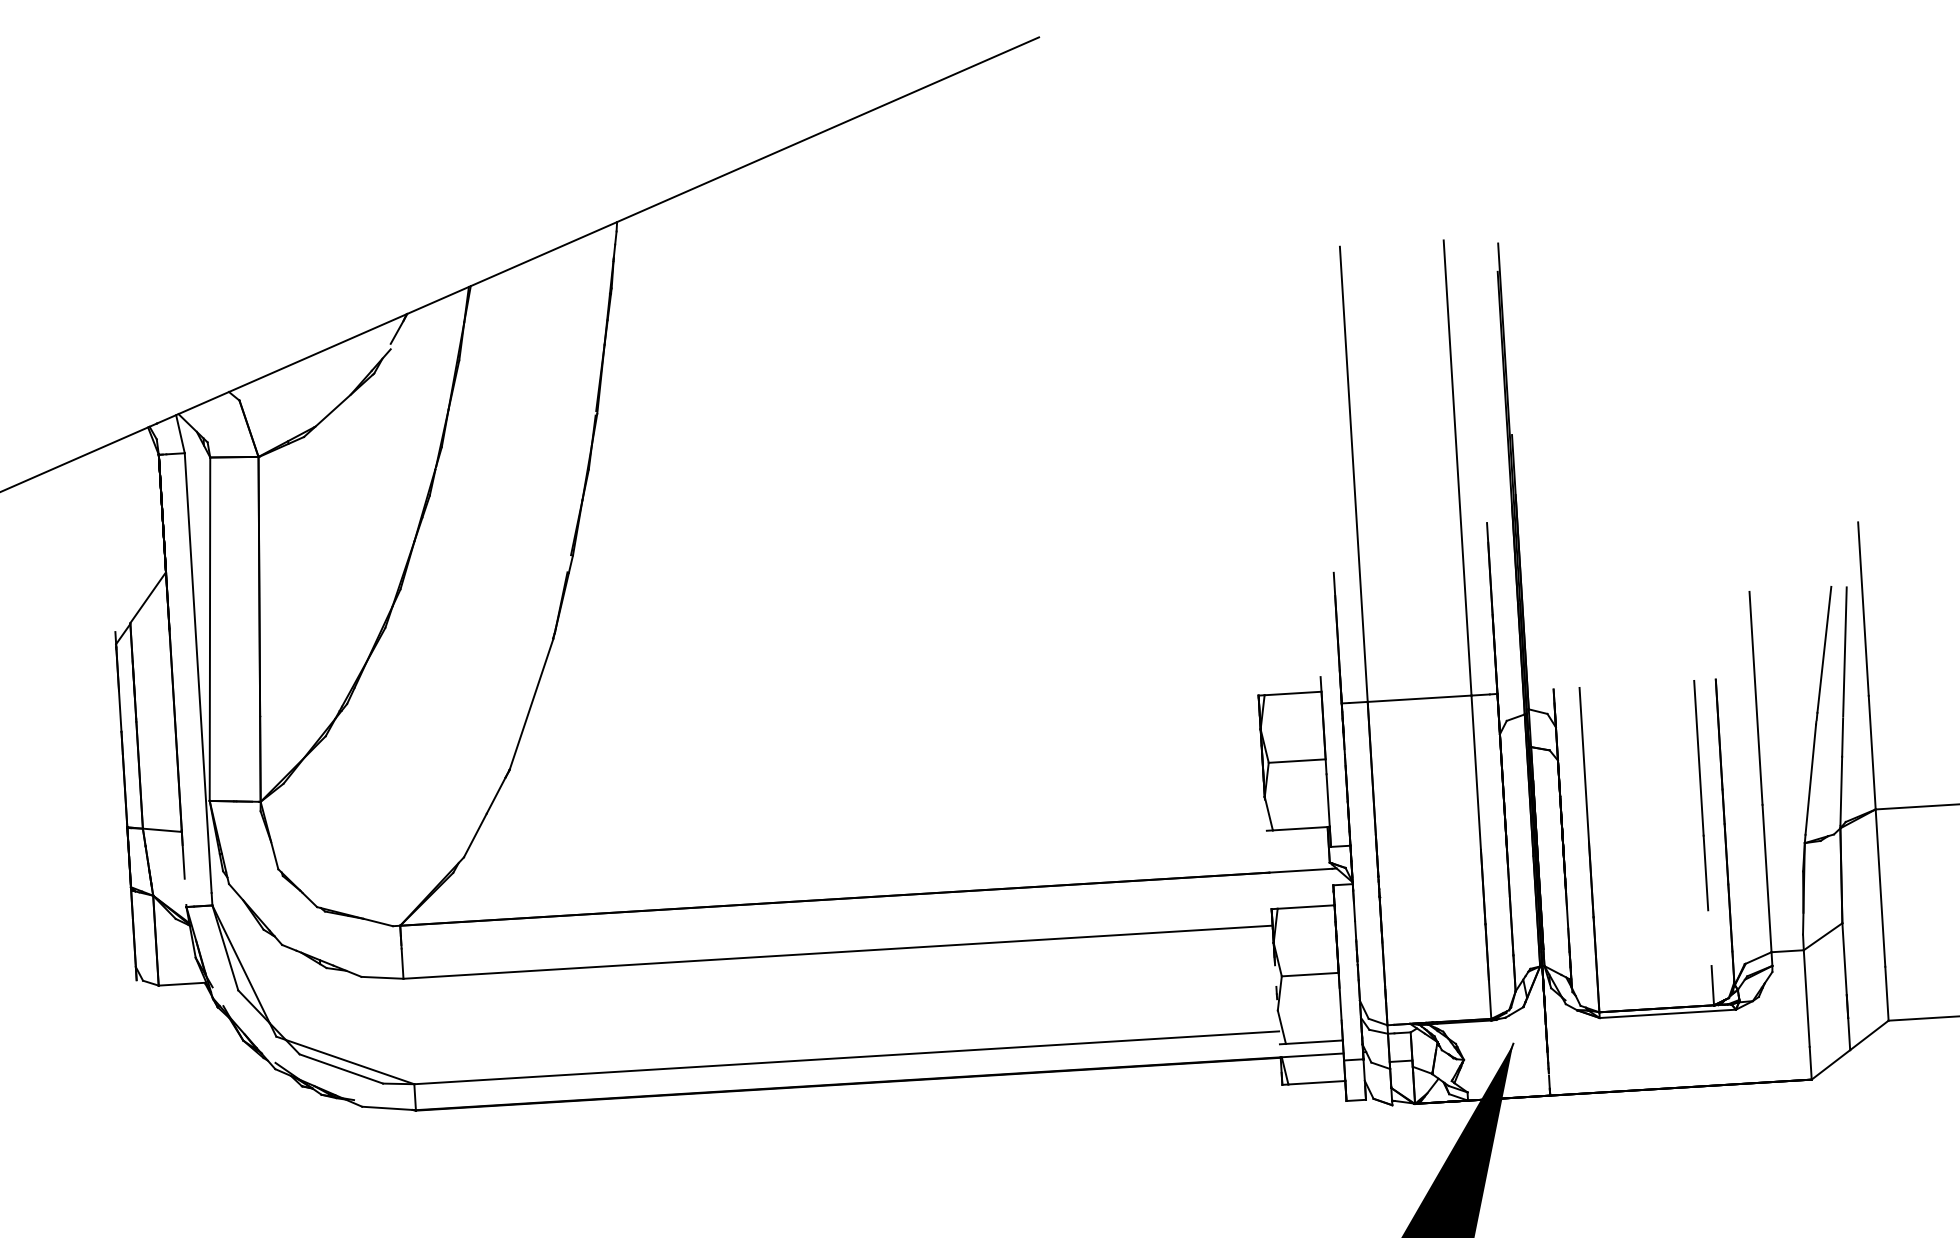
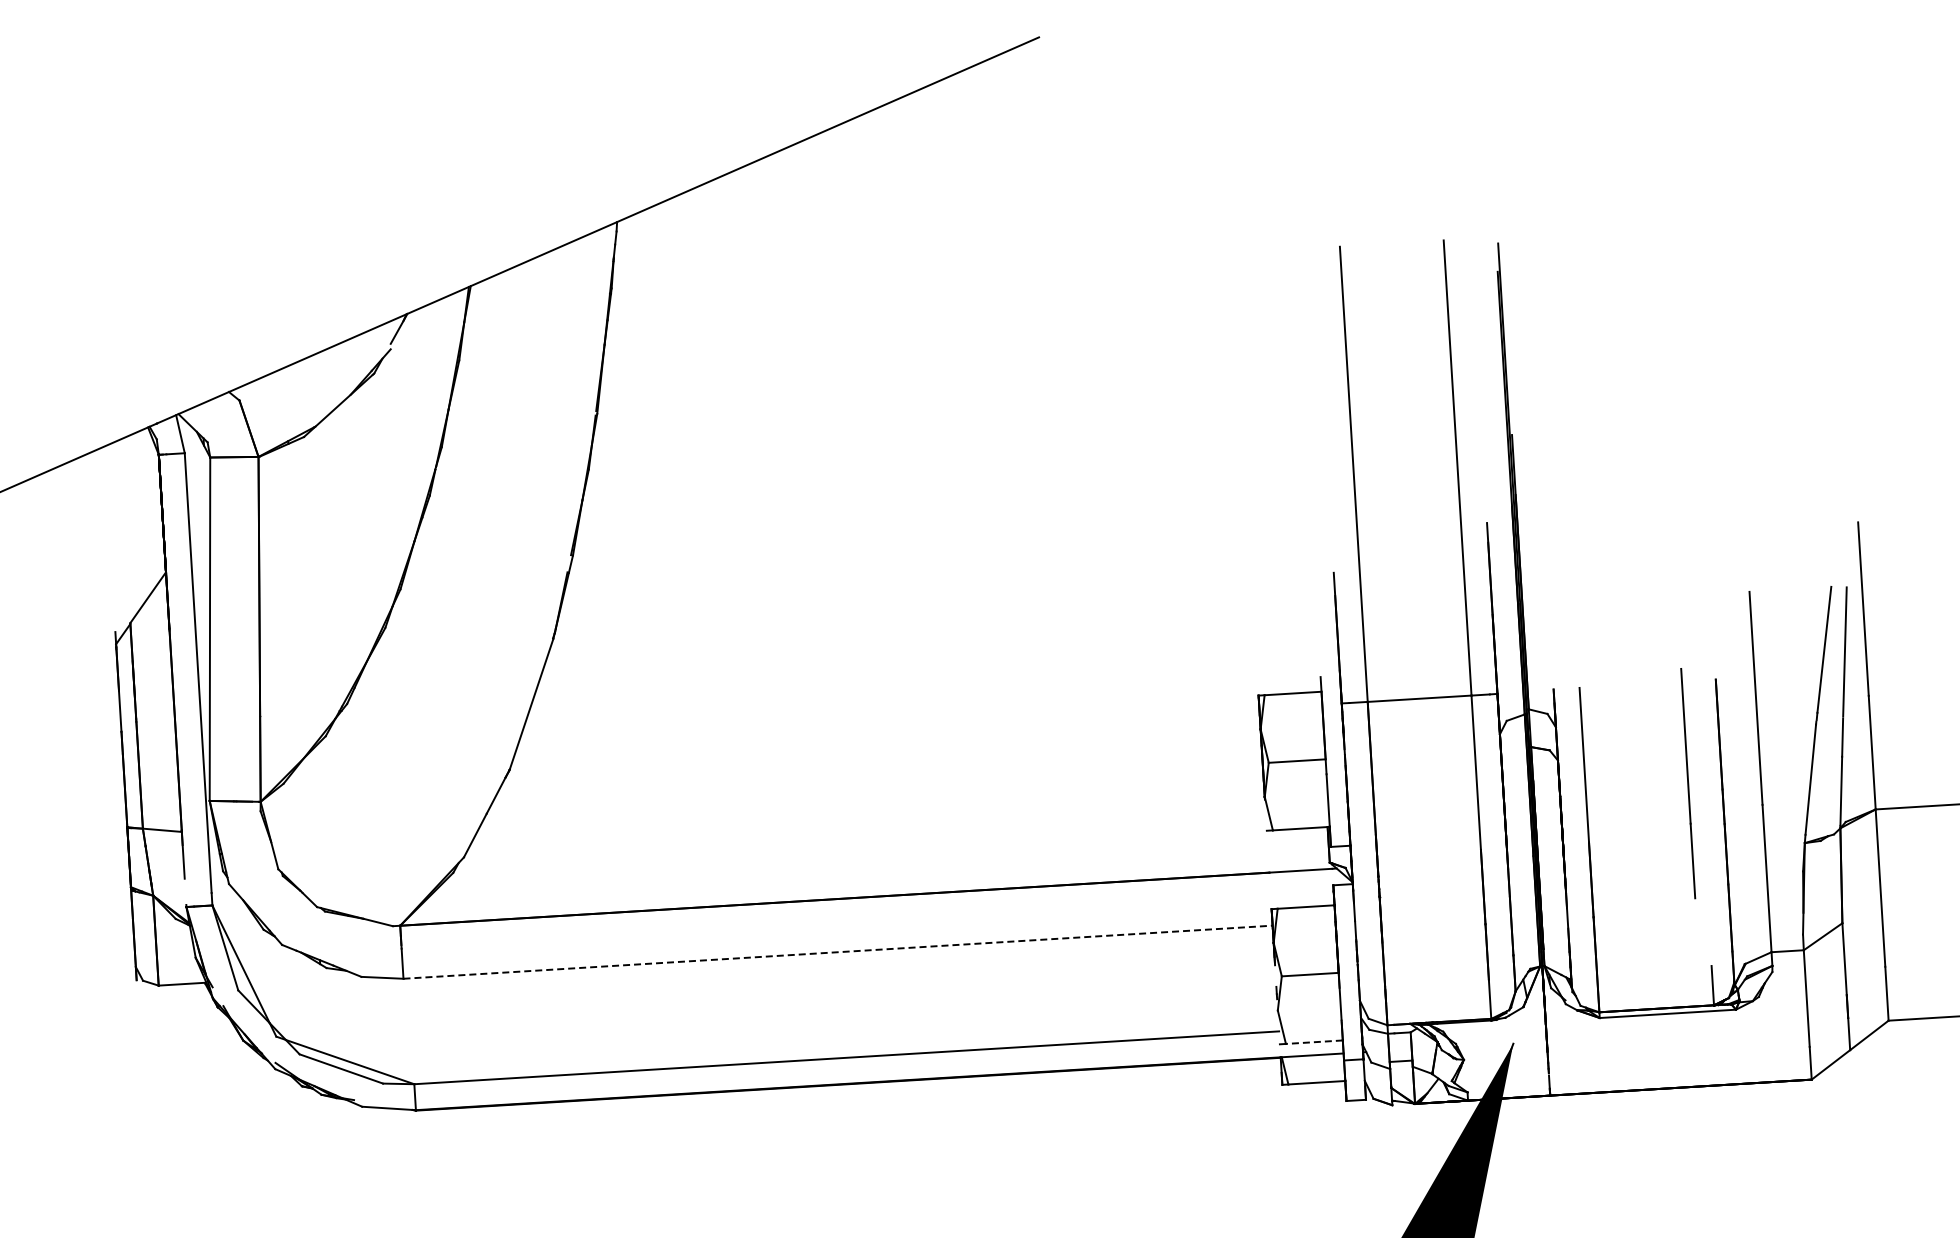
line at (1701, 795) position: (1701, 795) -> (1688, 783)
line at (838, 952): solid -> dashed
line at (1313, 1042): solid -> dashed
